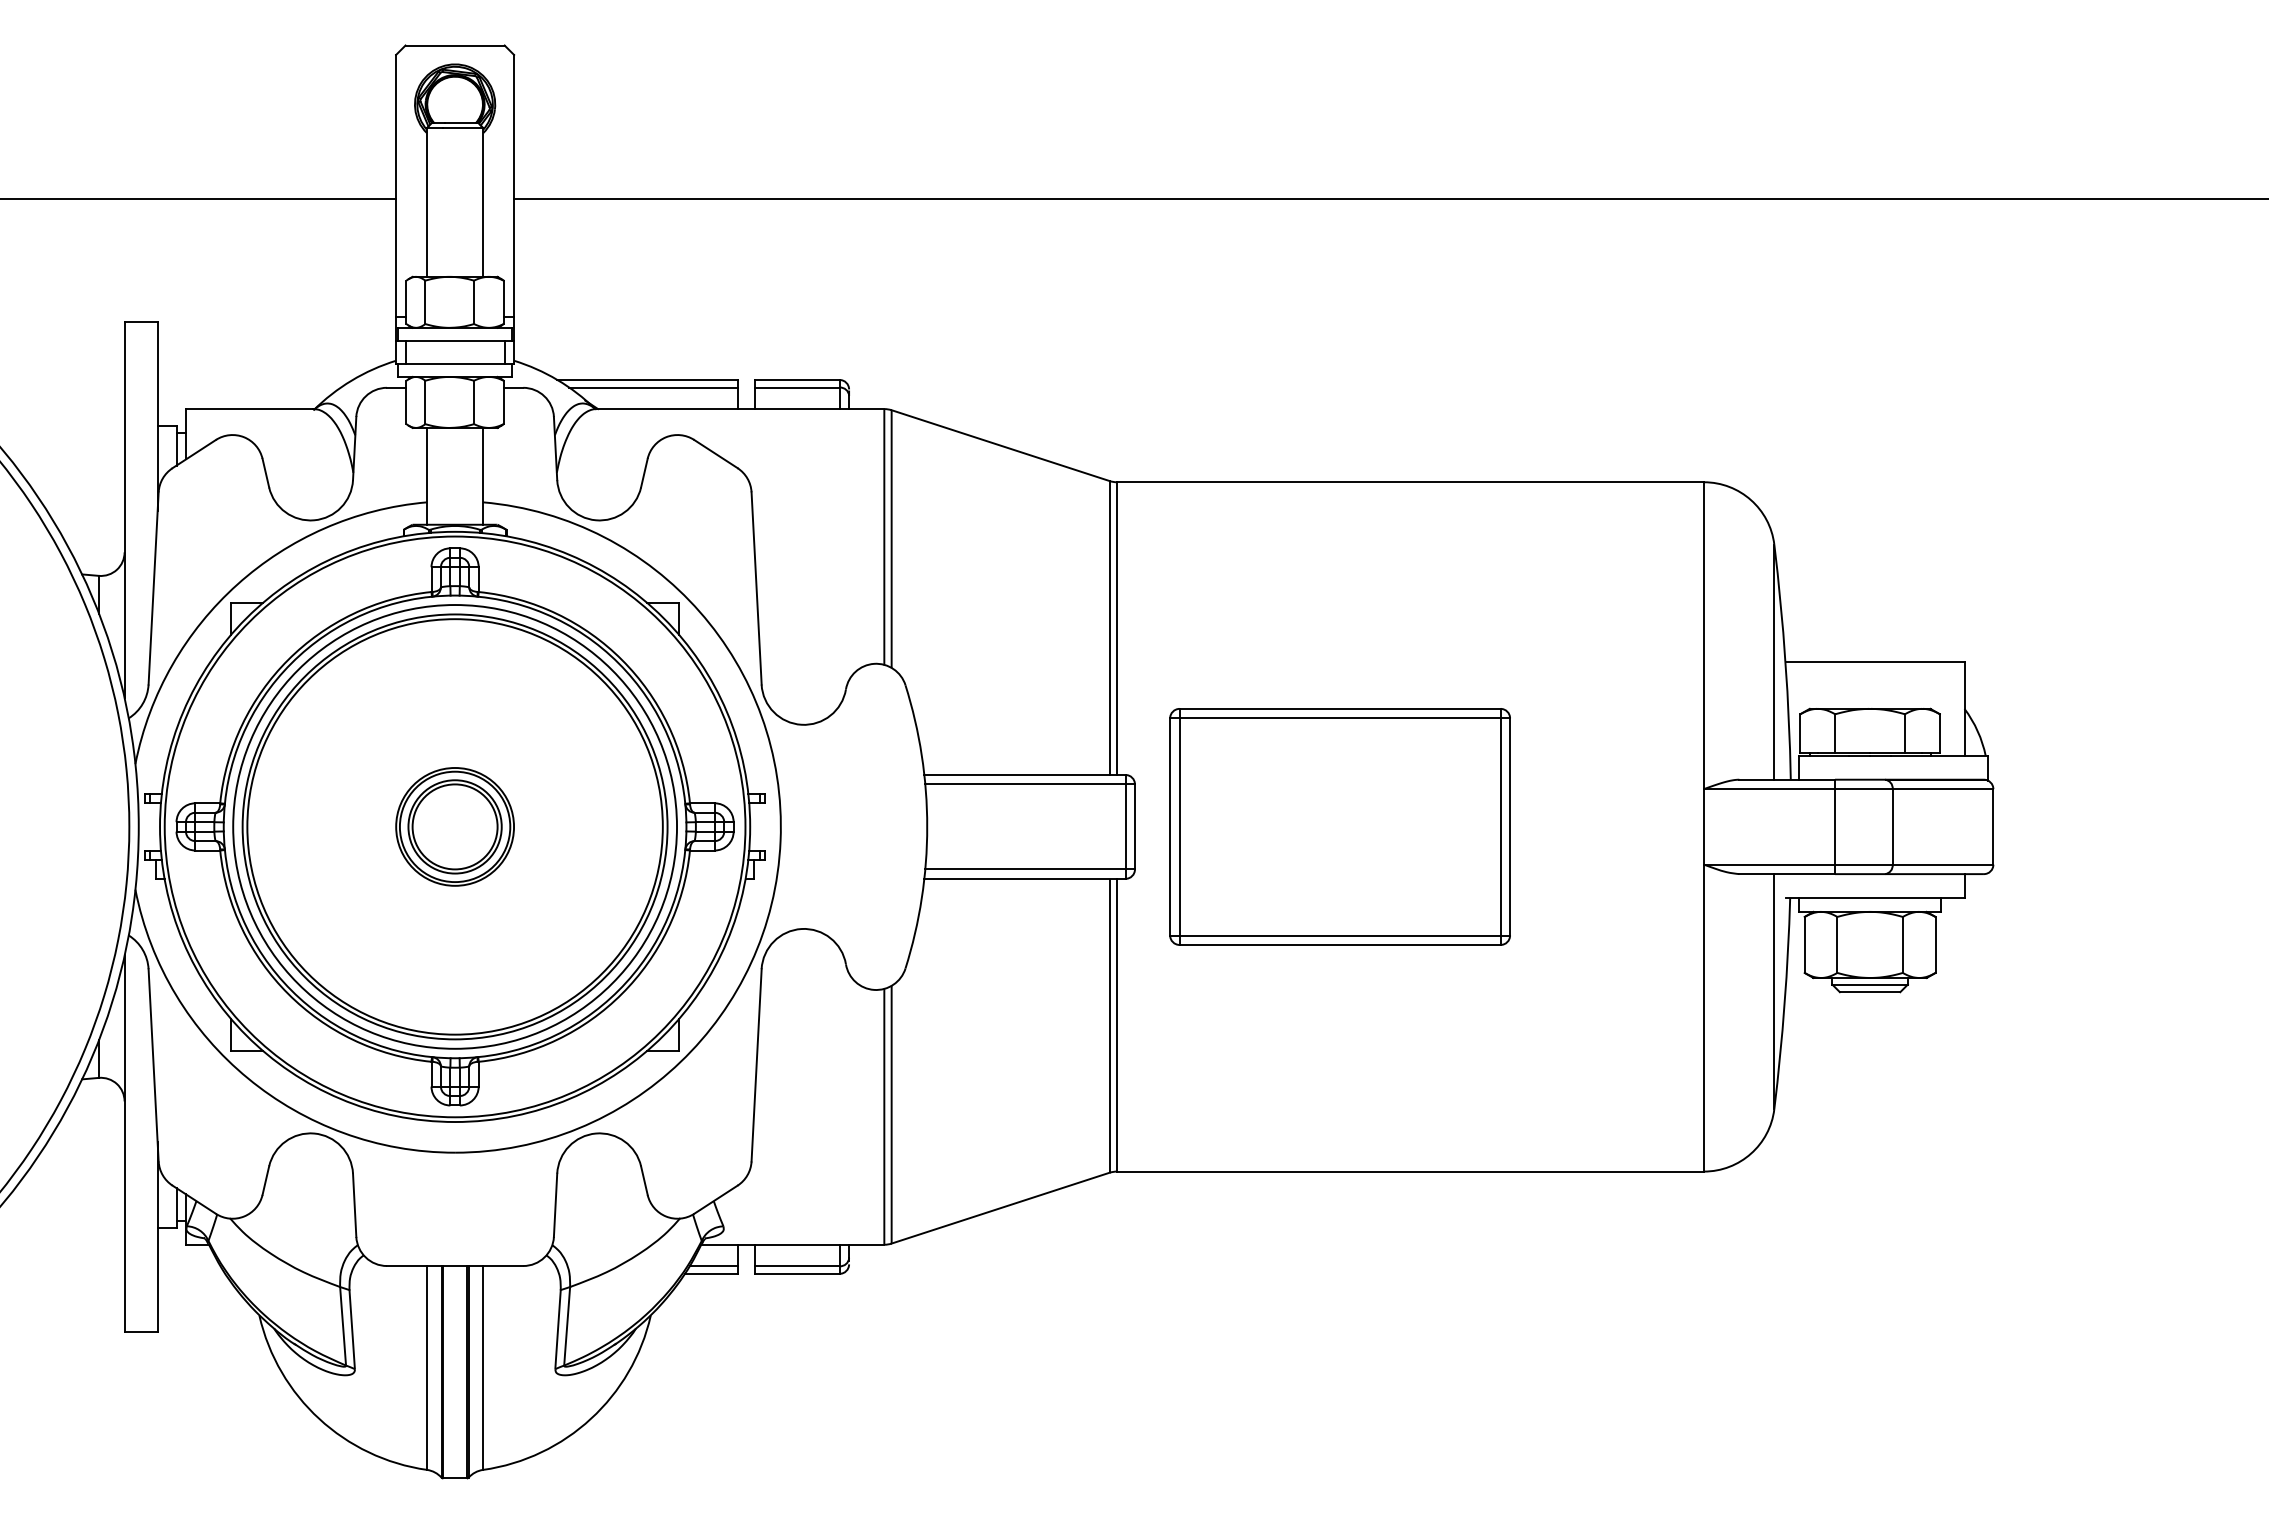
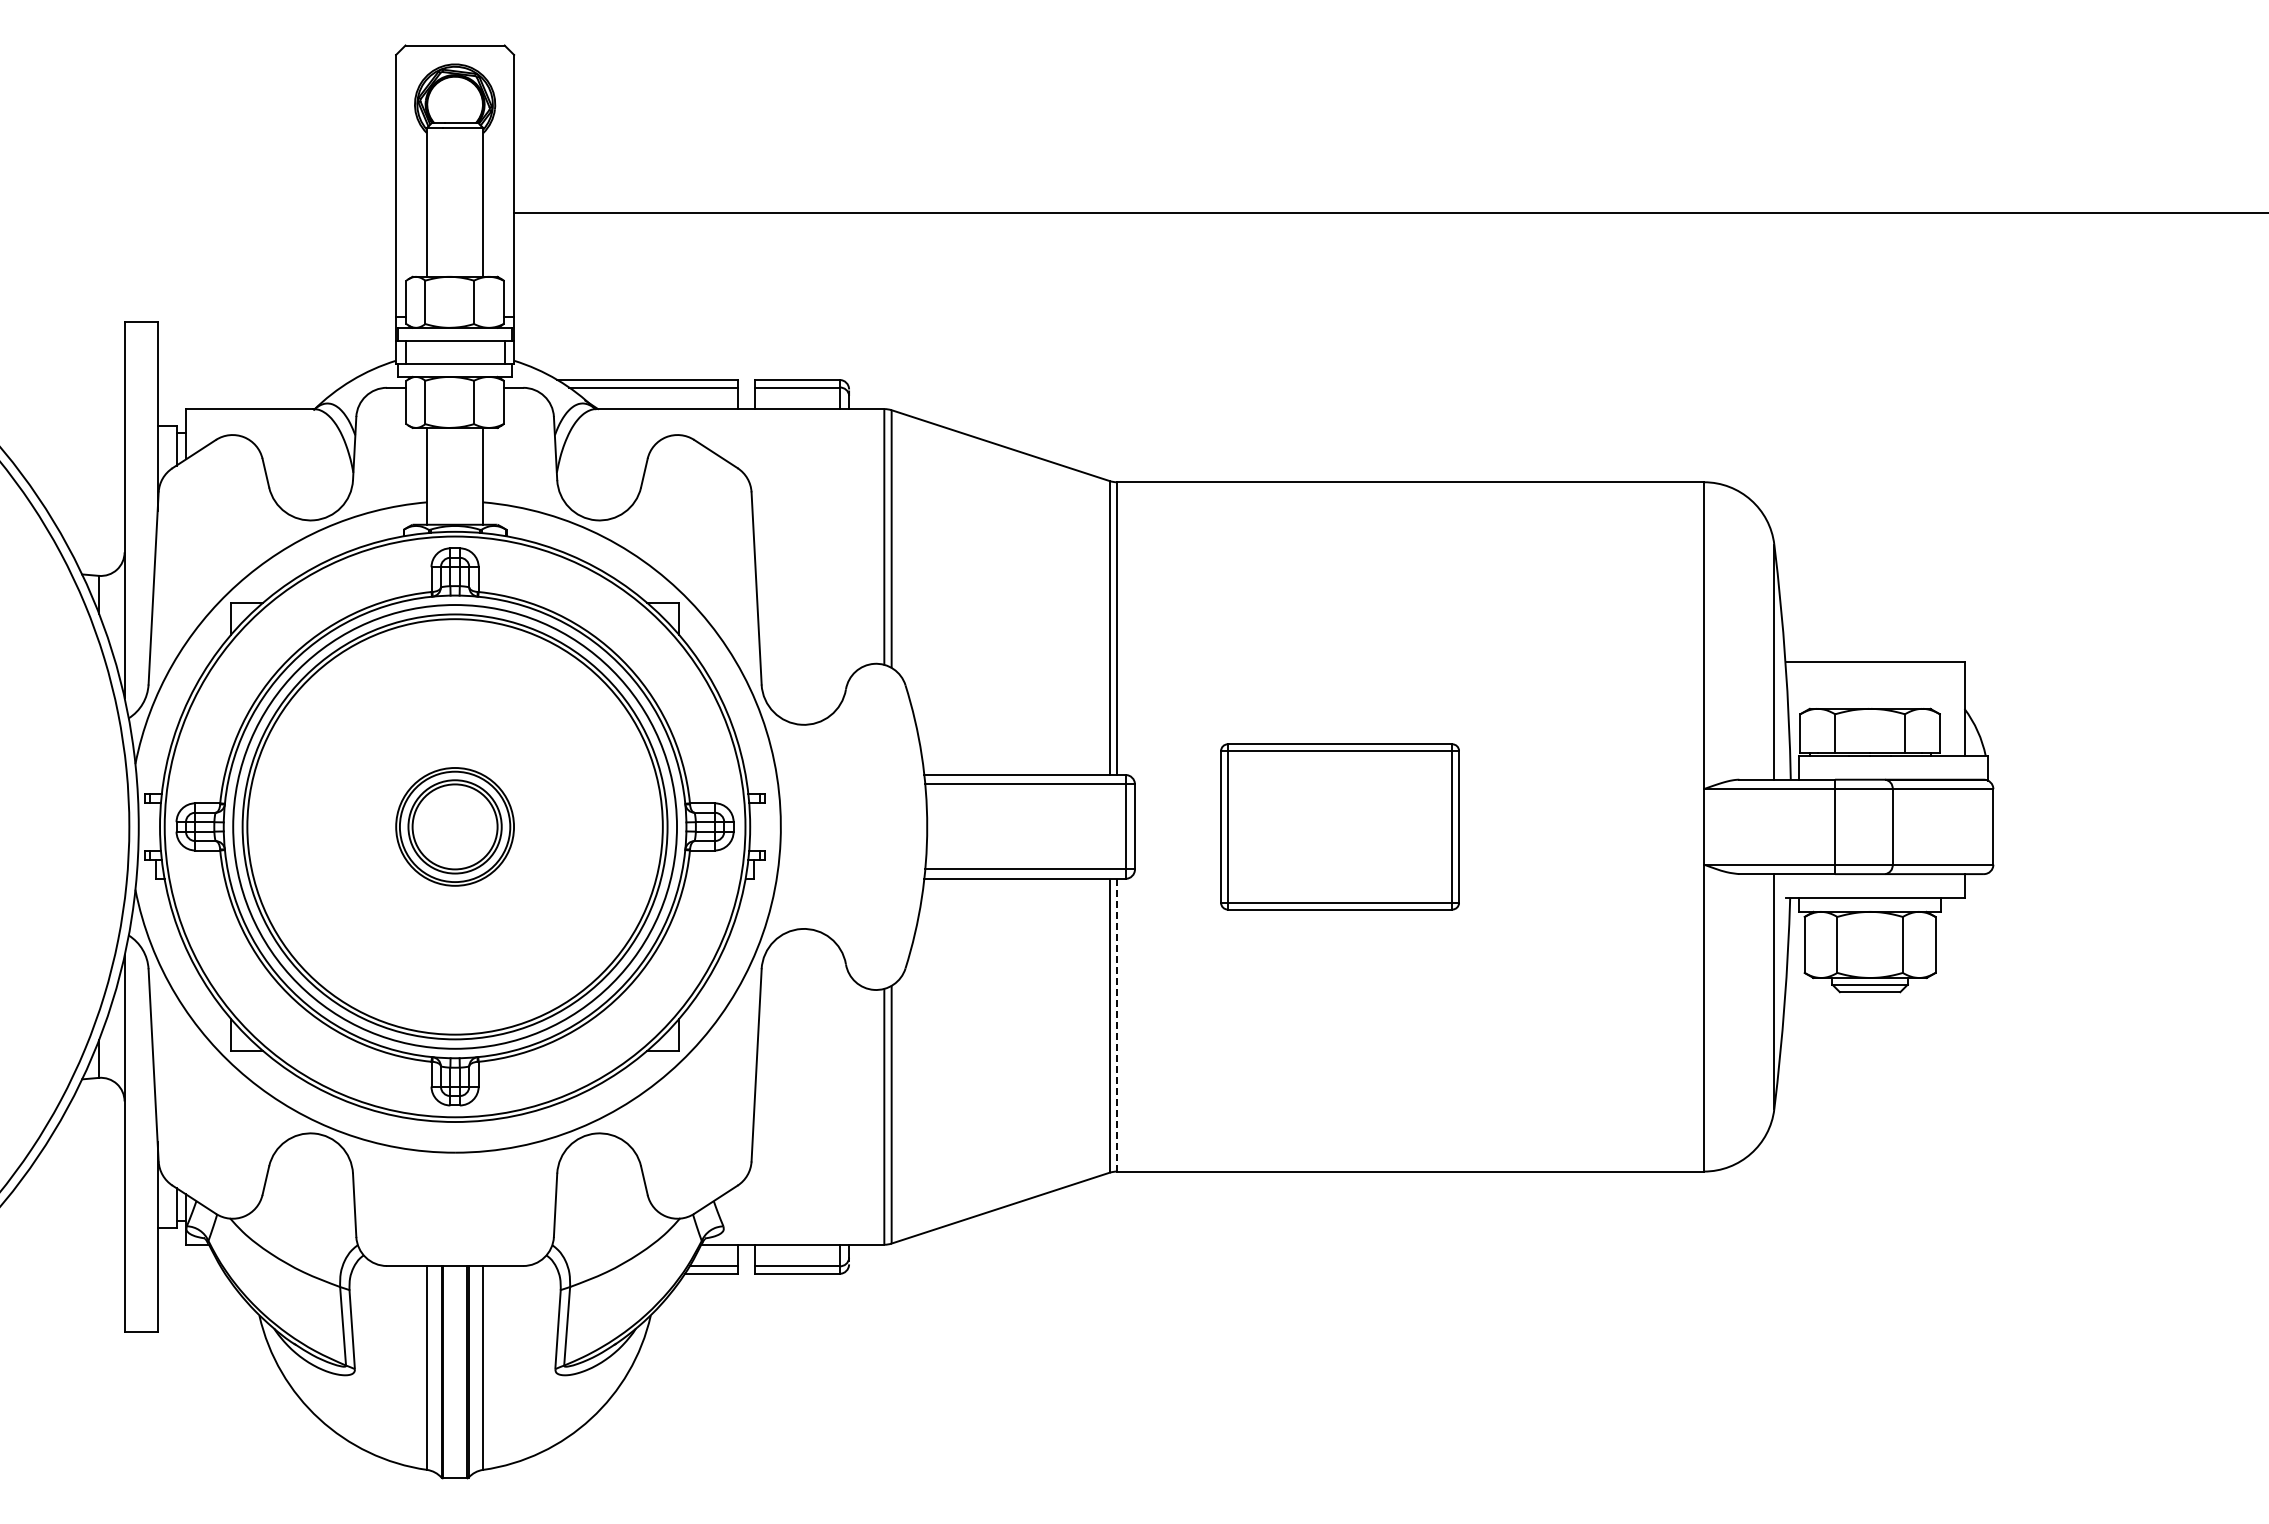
line at (199, 198): present -> none
line at (1389, 198) position: (1389, 198) -> (1389, 212)
part at (1339, 826) size: 342x238 px -> 240x168 px
line at (1117, 1025): solid -> dashed
